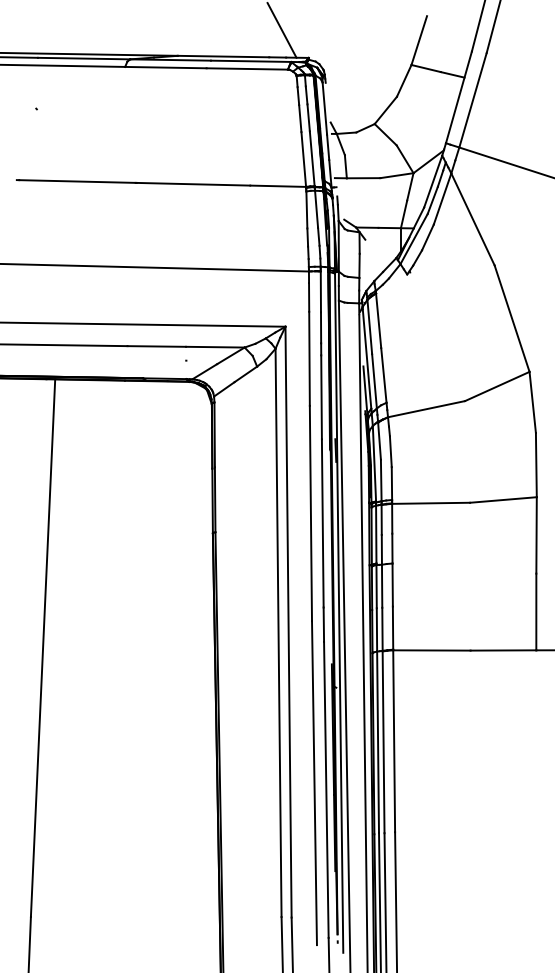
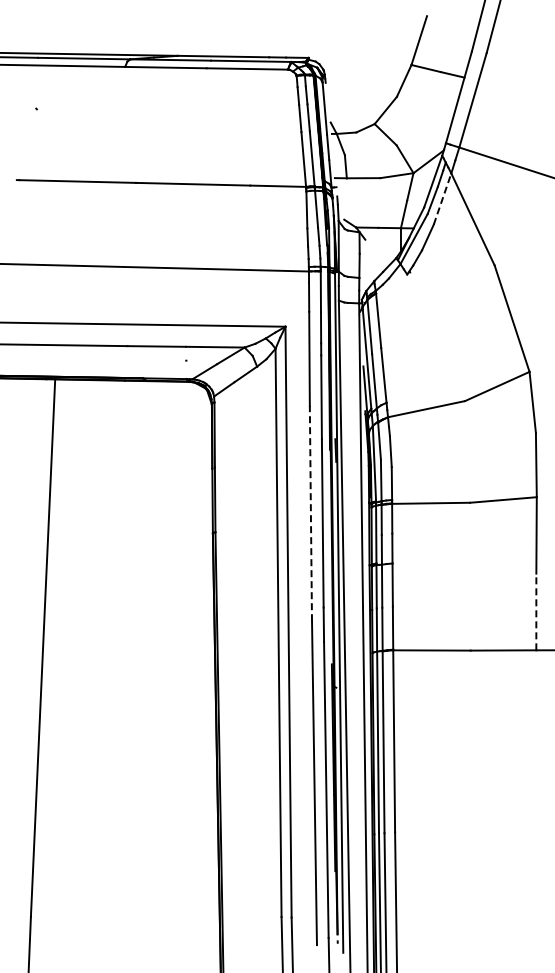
line at (281, 30): present -> none
line at (442, 198): solid -> dashed
line at (310, 513): solid -> dashed
line at (536, 611): solid -> dashed
